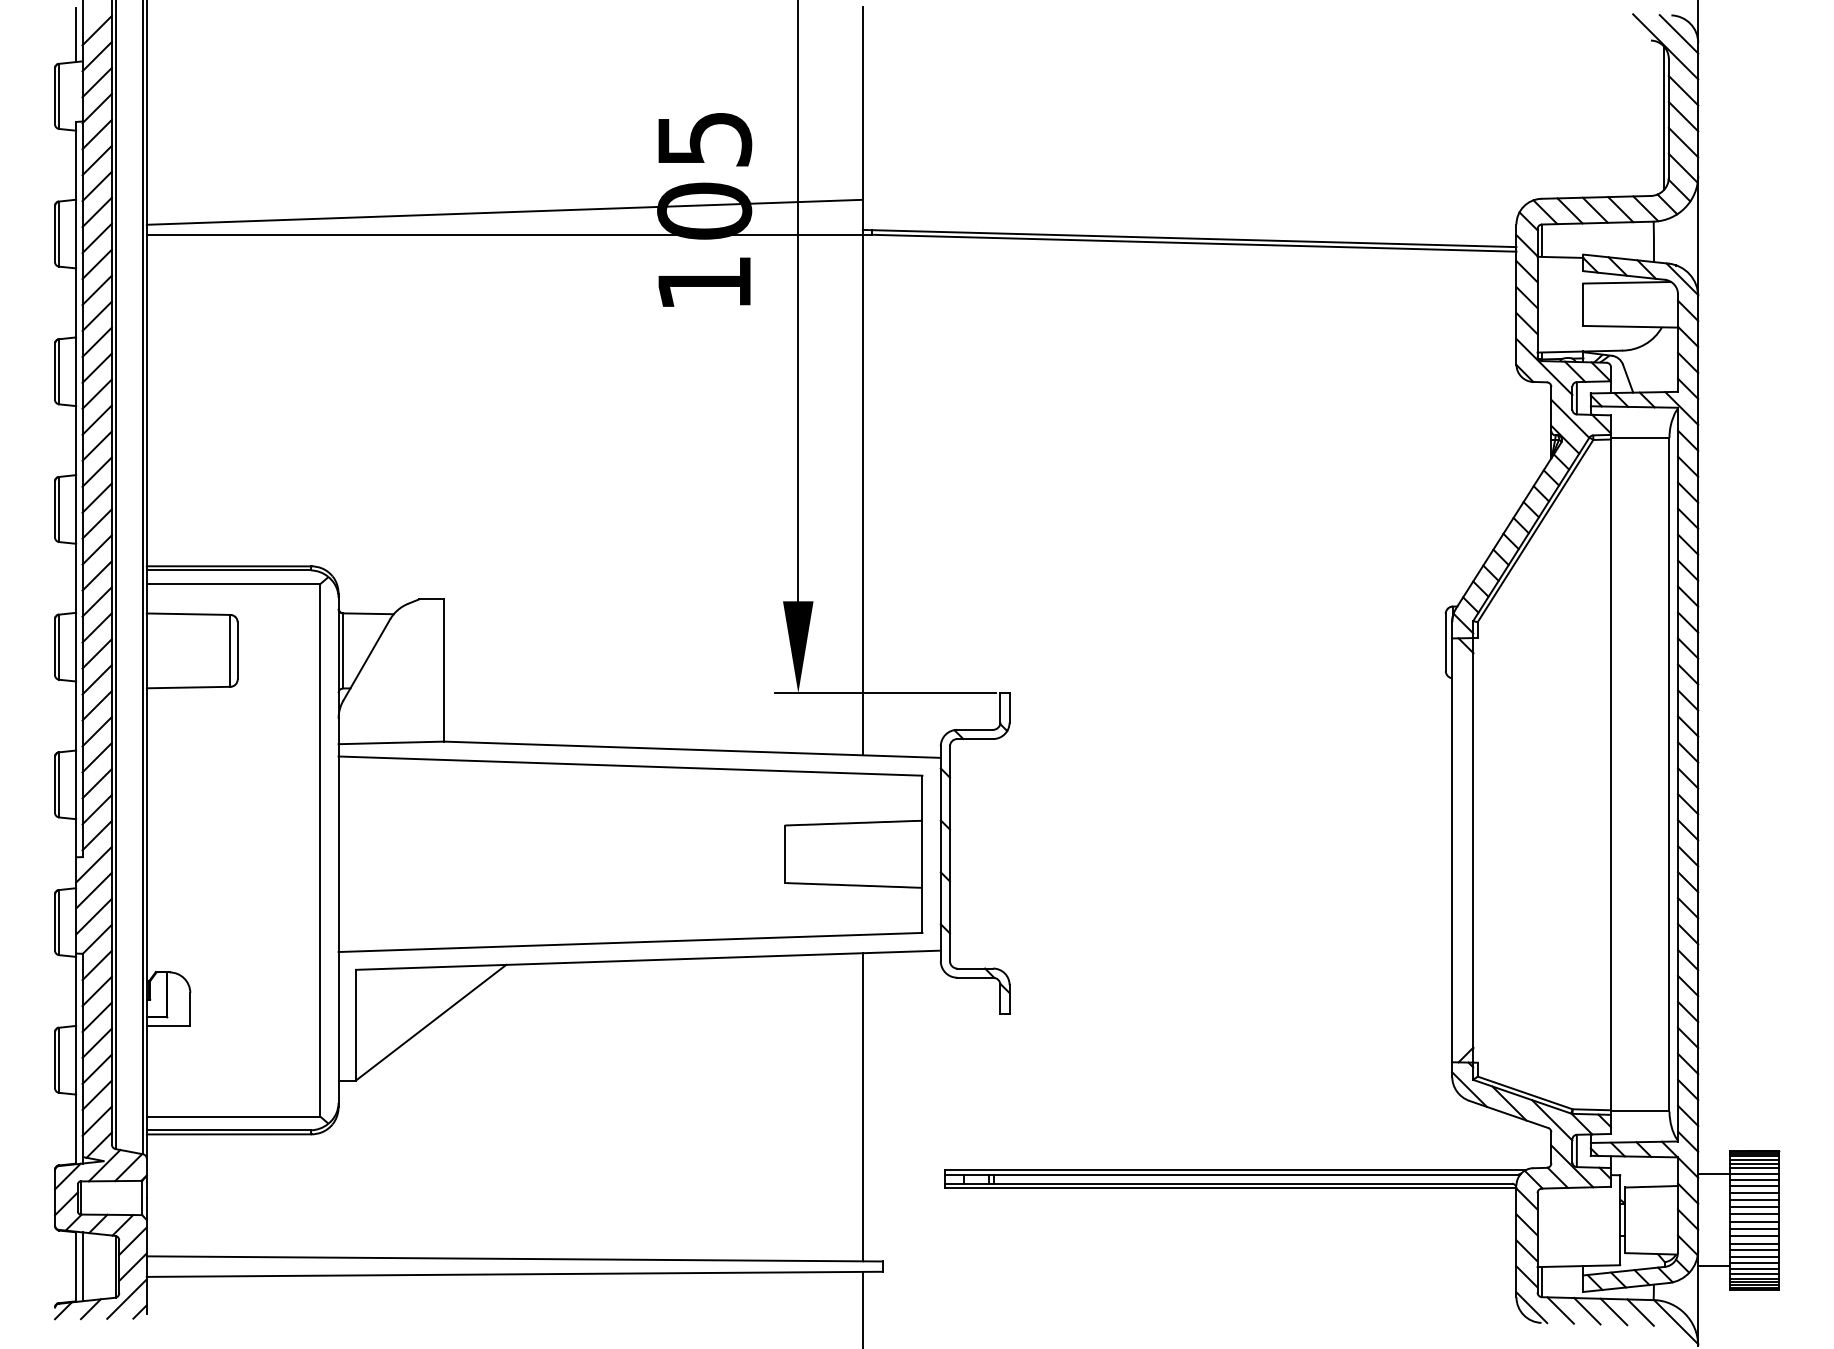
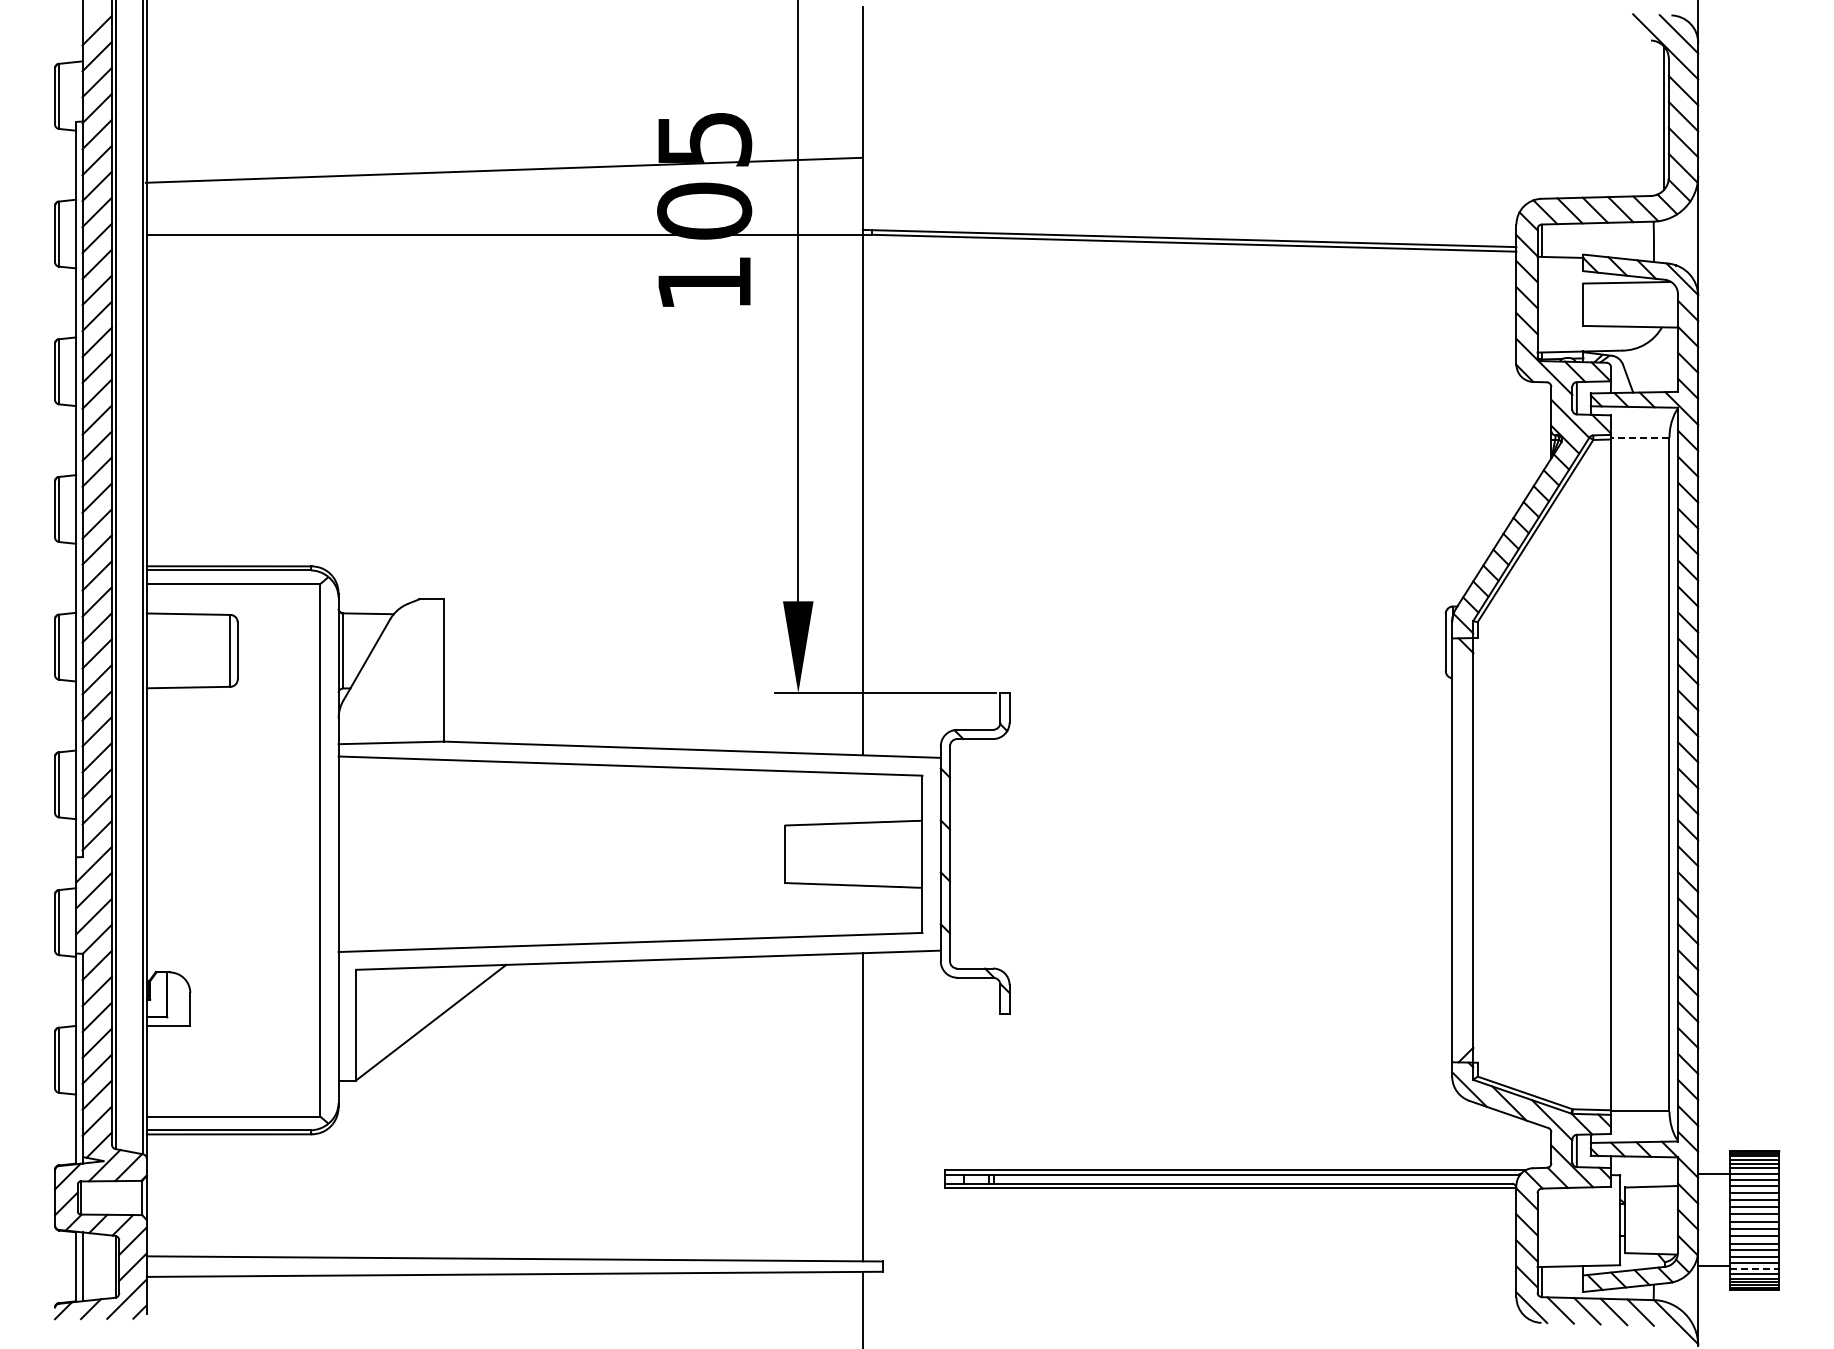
line at (76, 34): present -> none
line at (504, 211) position: (504, 211) -> (503, 169)
line at (1639, 437): solid -> dashed
line at (1754, 1268): solid -> dashed
